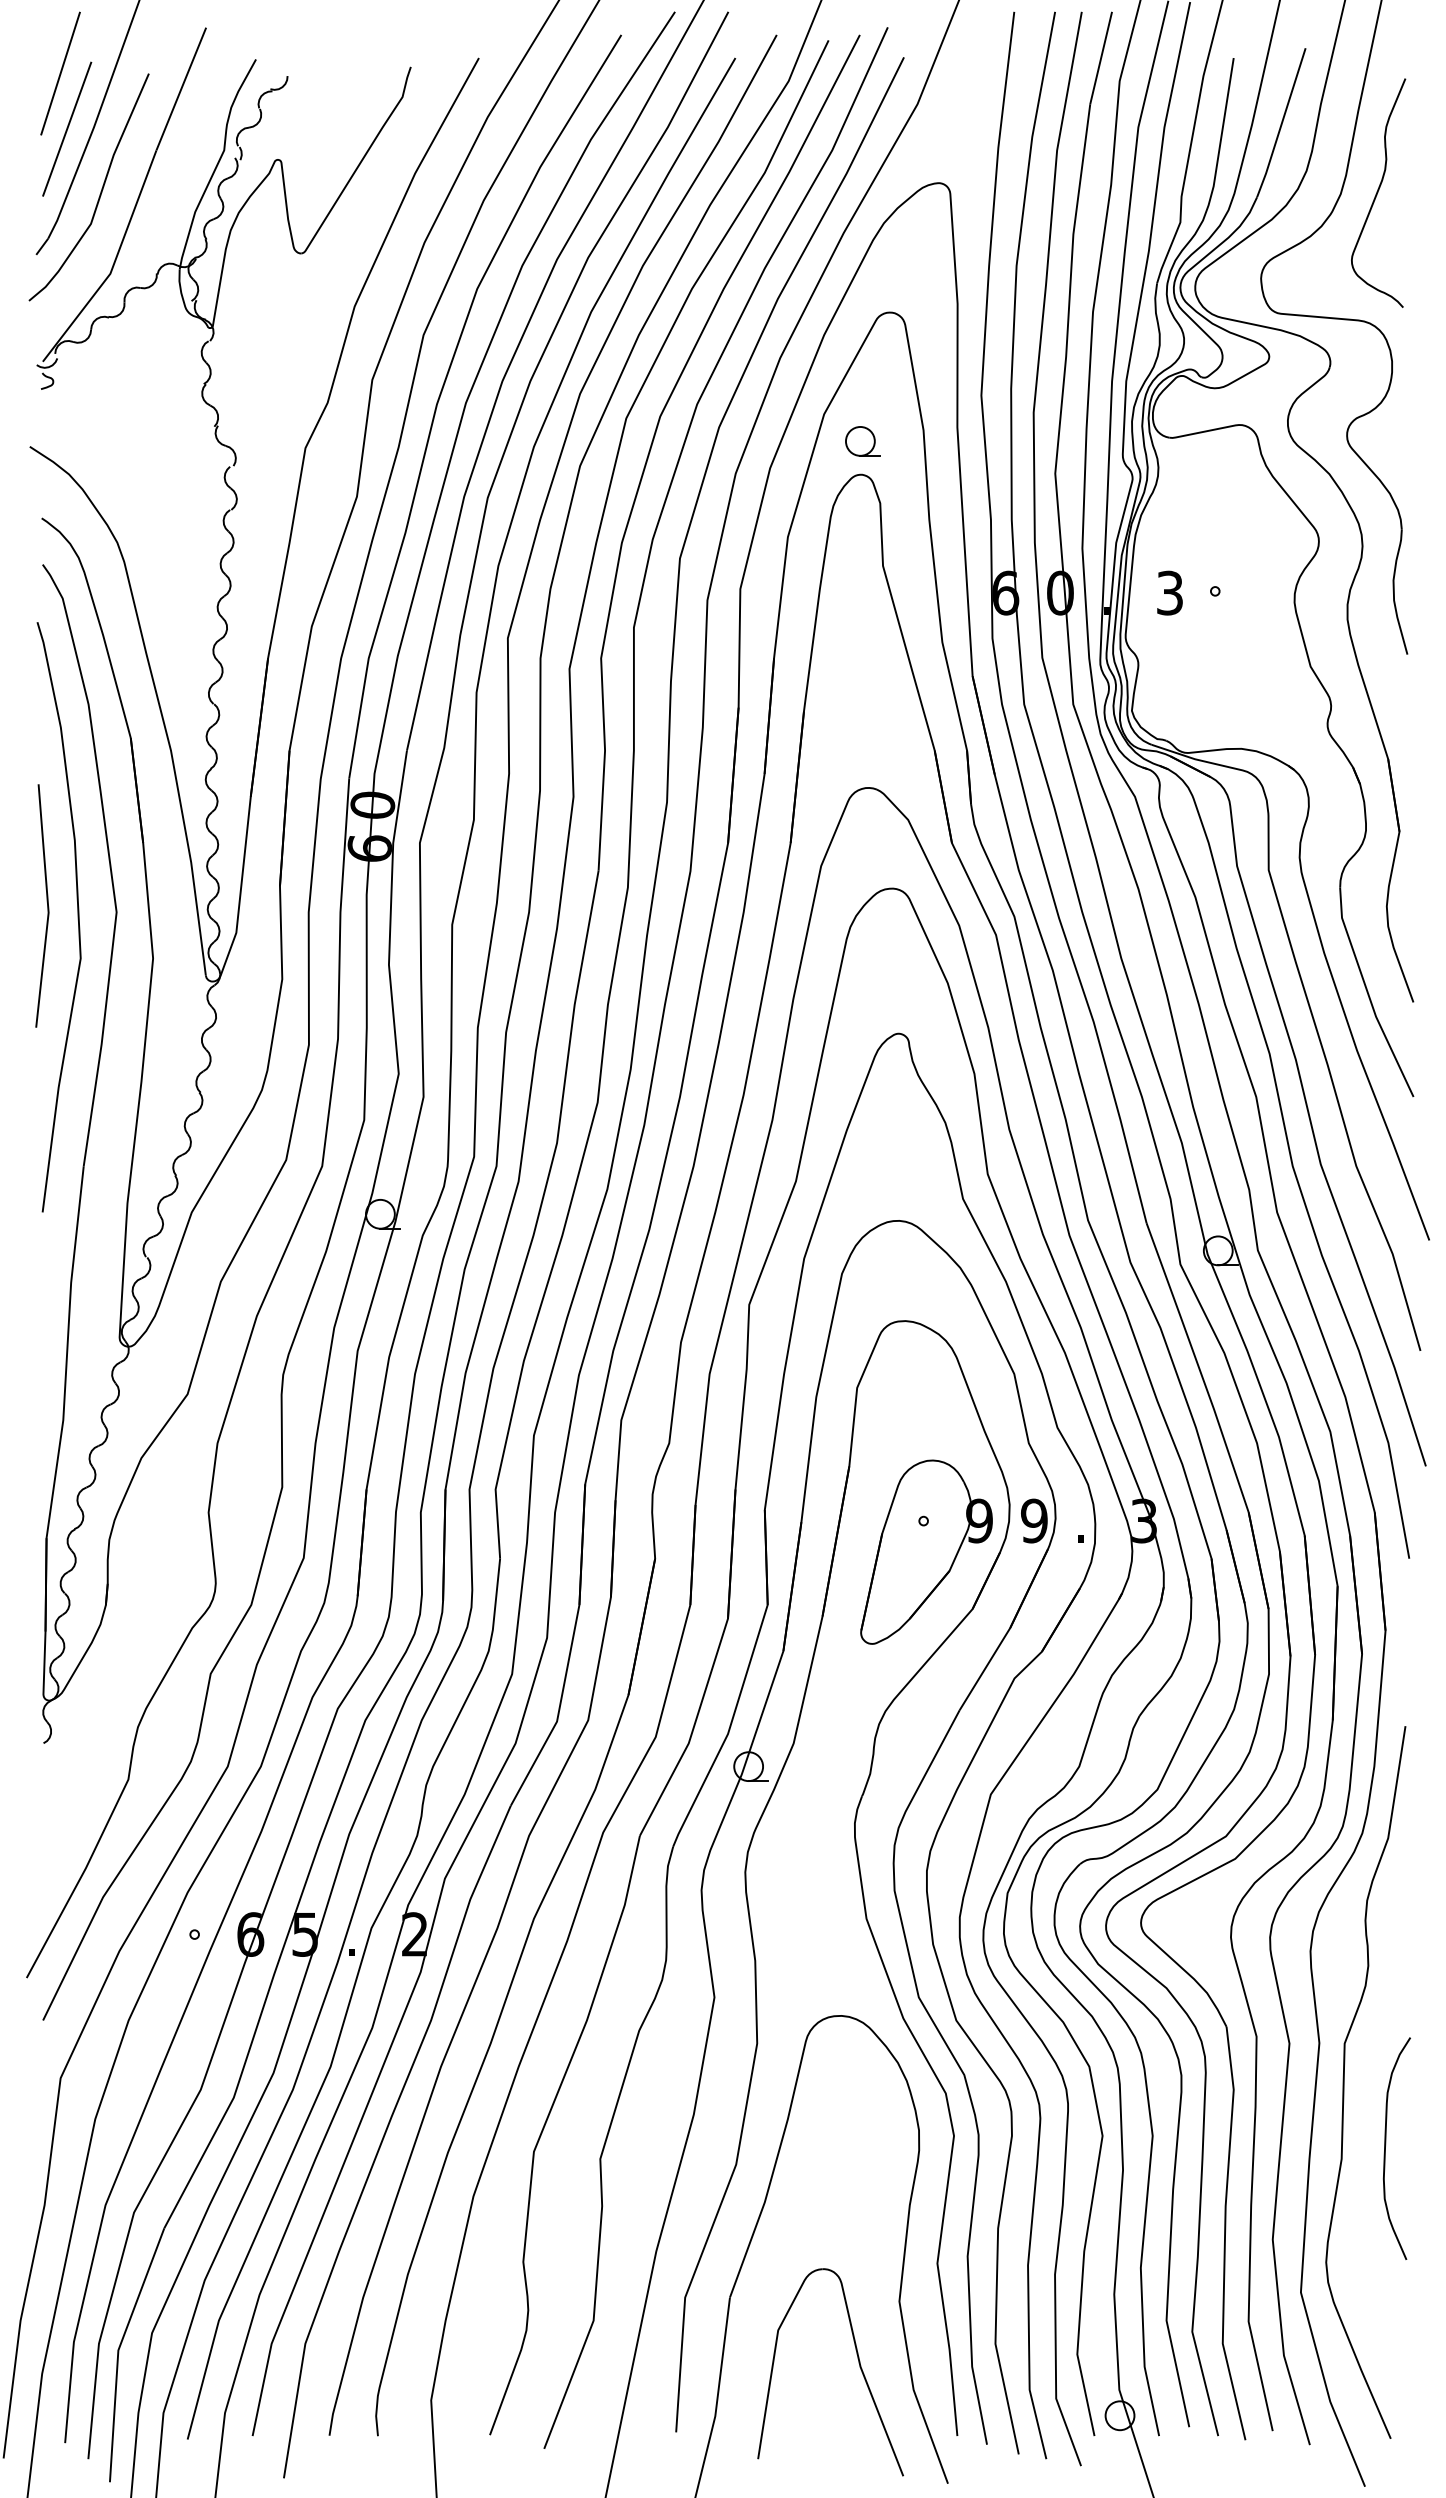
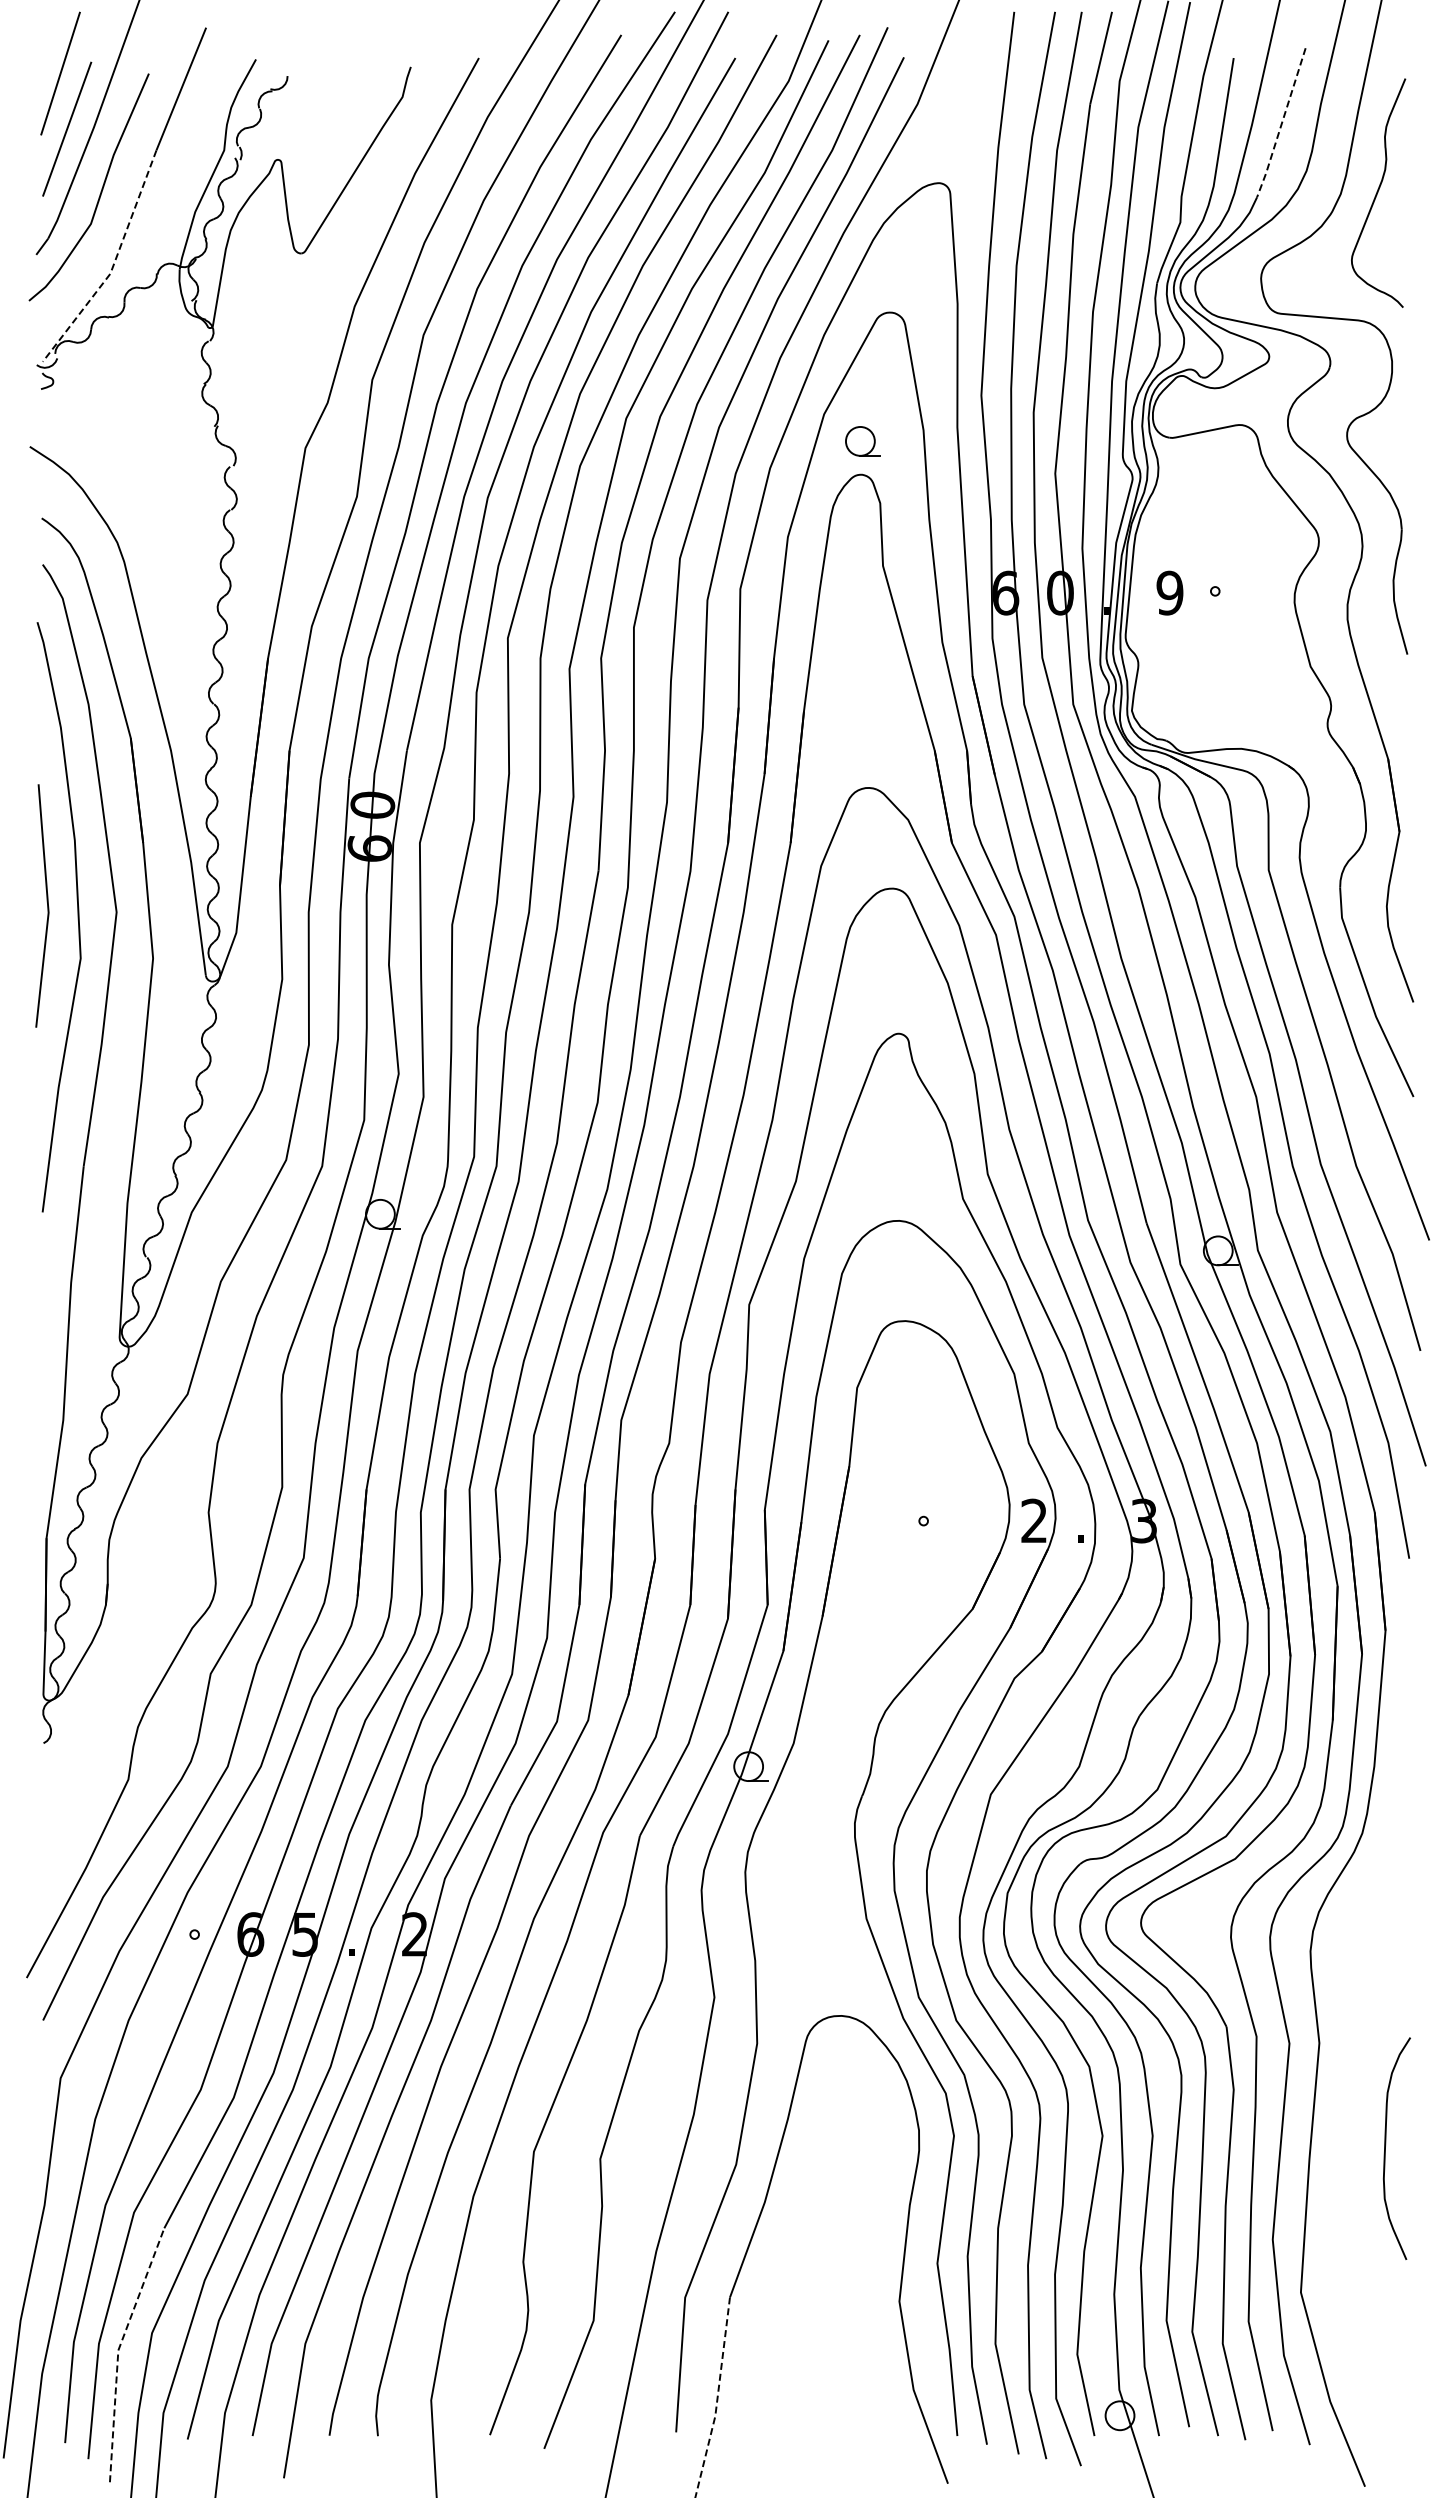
line at (1281, 124): solid -> dashed
line at (113, 264): solid -> dashed
text at (1169, 592): 3 -> 9
text at (1034, 1520): 9 -> 2
part at (926, 1551): present -> none
curve at (1344, 2082): present -> none
line at (118, 2350): solid -> dashed
part at (858, 2363): present -> none
line at (717, 2398): solid -> dashed
